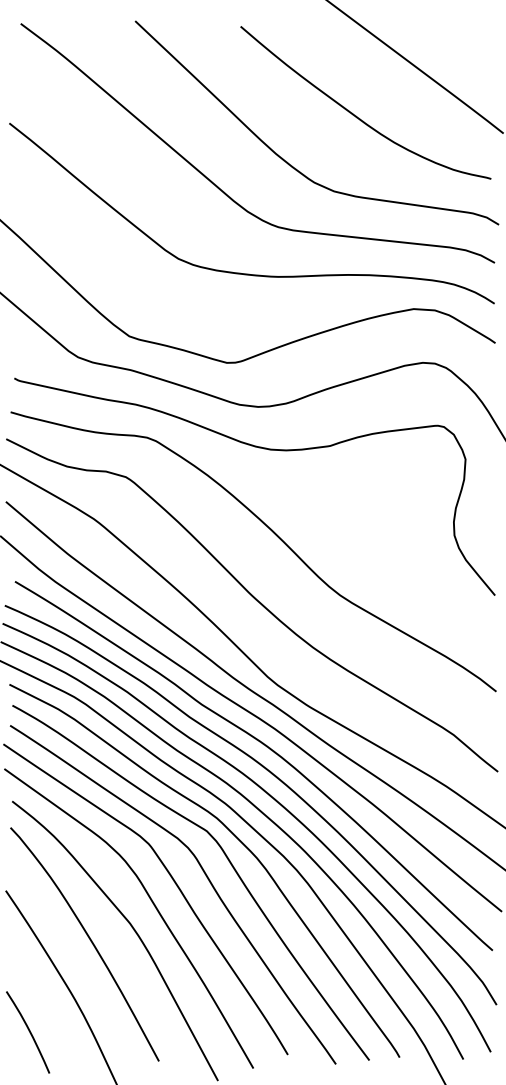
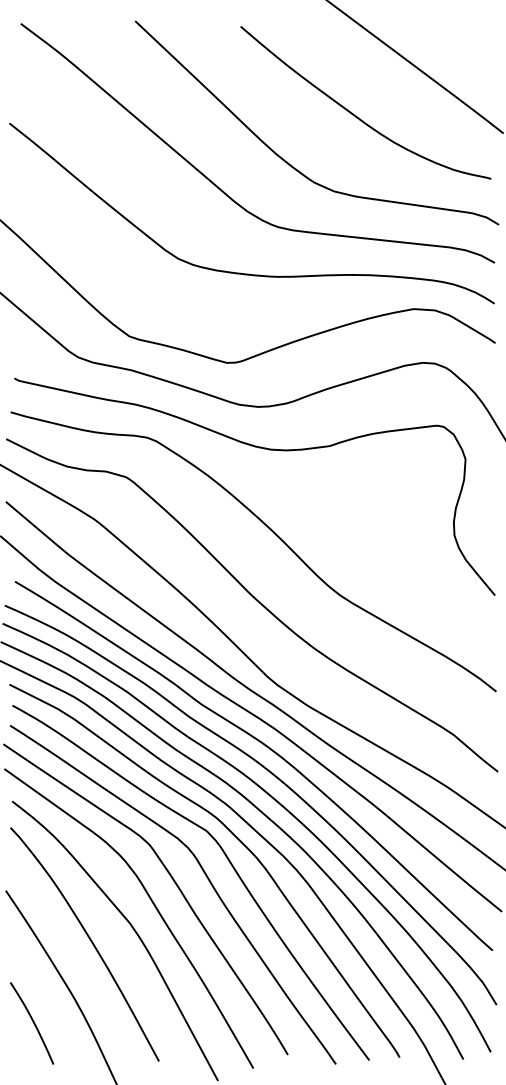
curve at (28, 1031) position: (28, 1031) -> (32, 1022)
